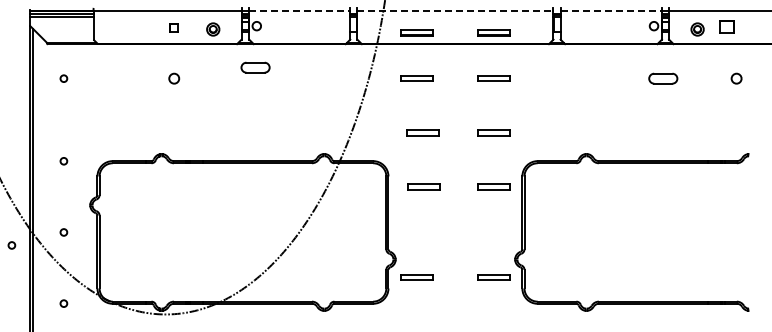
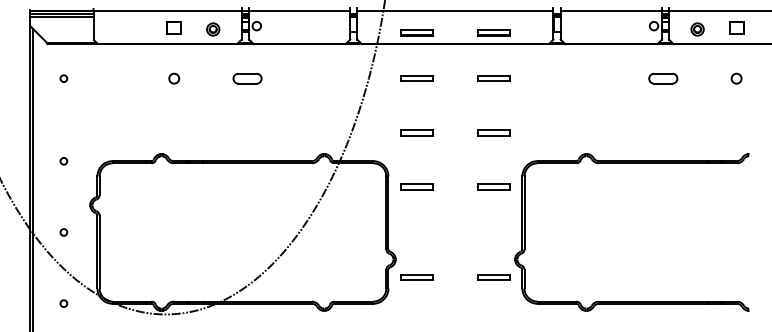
line at (299, 11): dashed -> solid
line at (455, 11): dashed -> solid
line at (611, 11): dashed -> solid
part at (726, 26) position: (726, 26) -> (736, 27)
part at (173, 27) size: 10x10 px -> 16x14 px
part at (255, 67) position: (255, 67) -> (247, 78)
part at (422, 132) position: (422, 132) -> (416, 132)
part at (423, 186) position: (423, 186) -> (416, 186)
circle at (11, 245): present -> none
